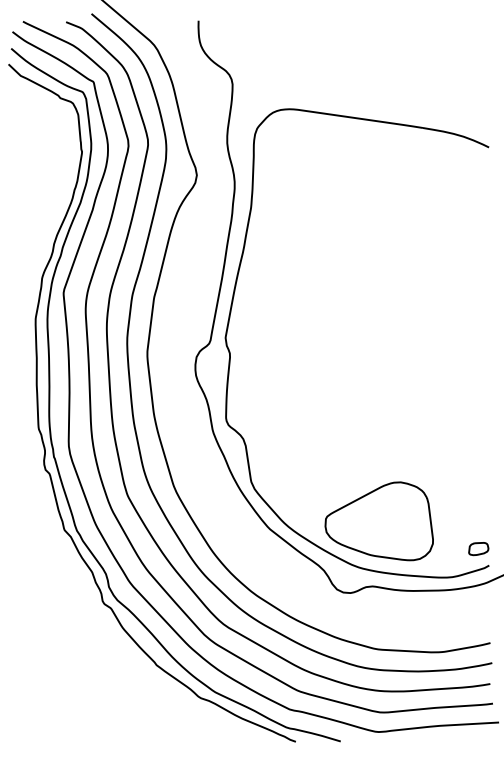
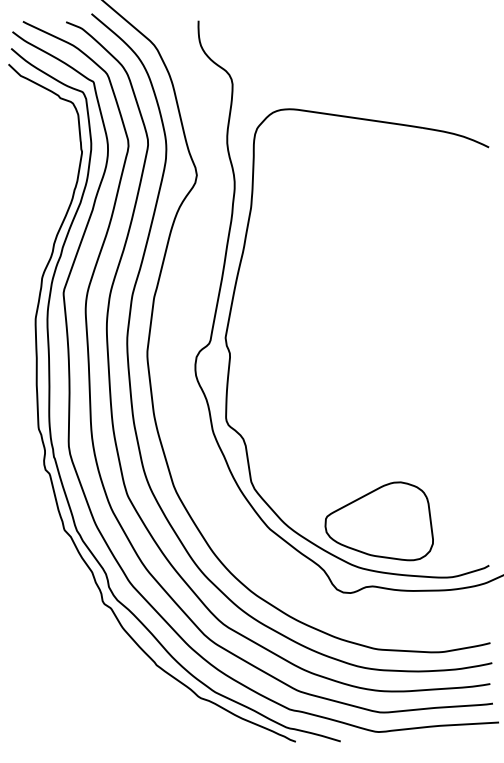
part at (478, 549): present -> none
